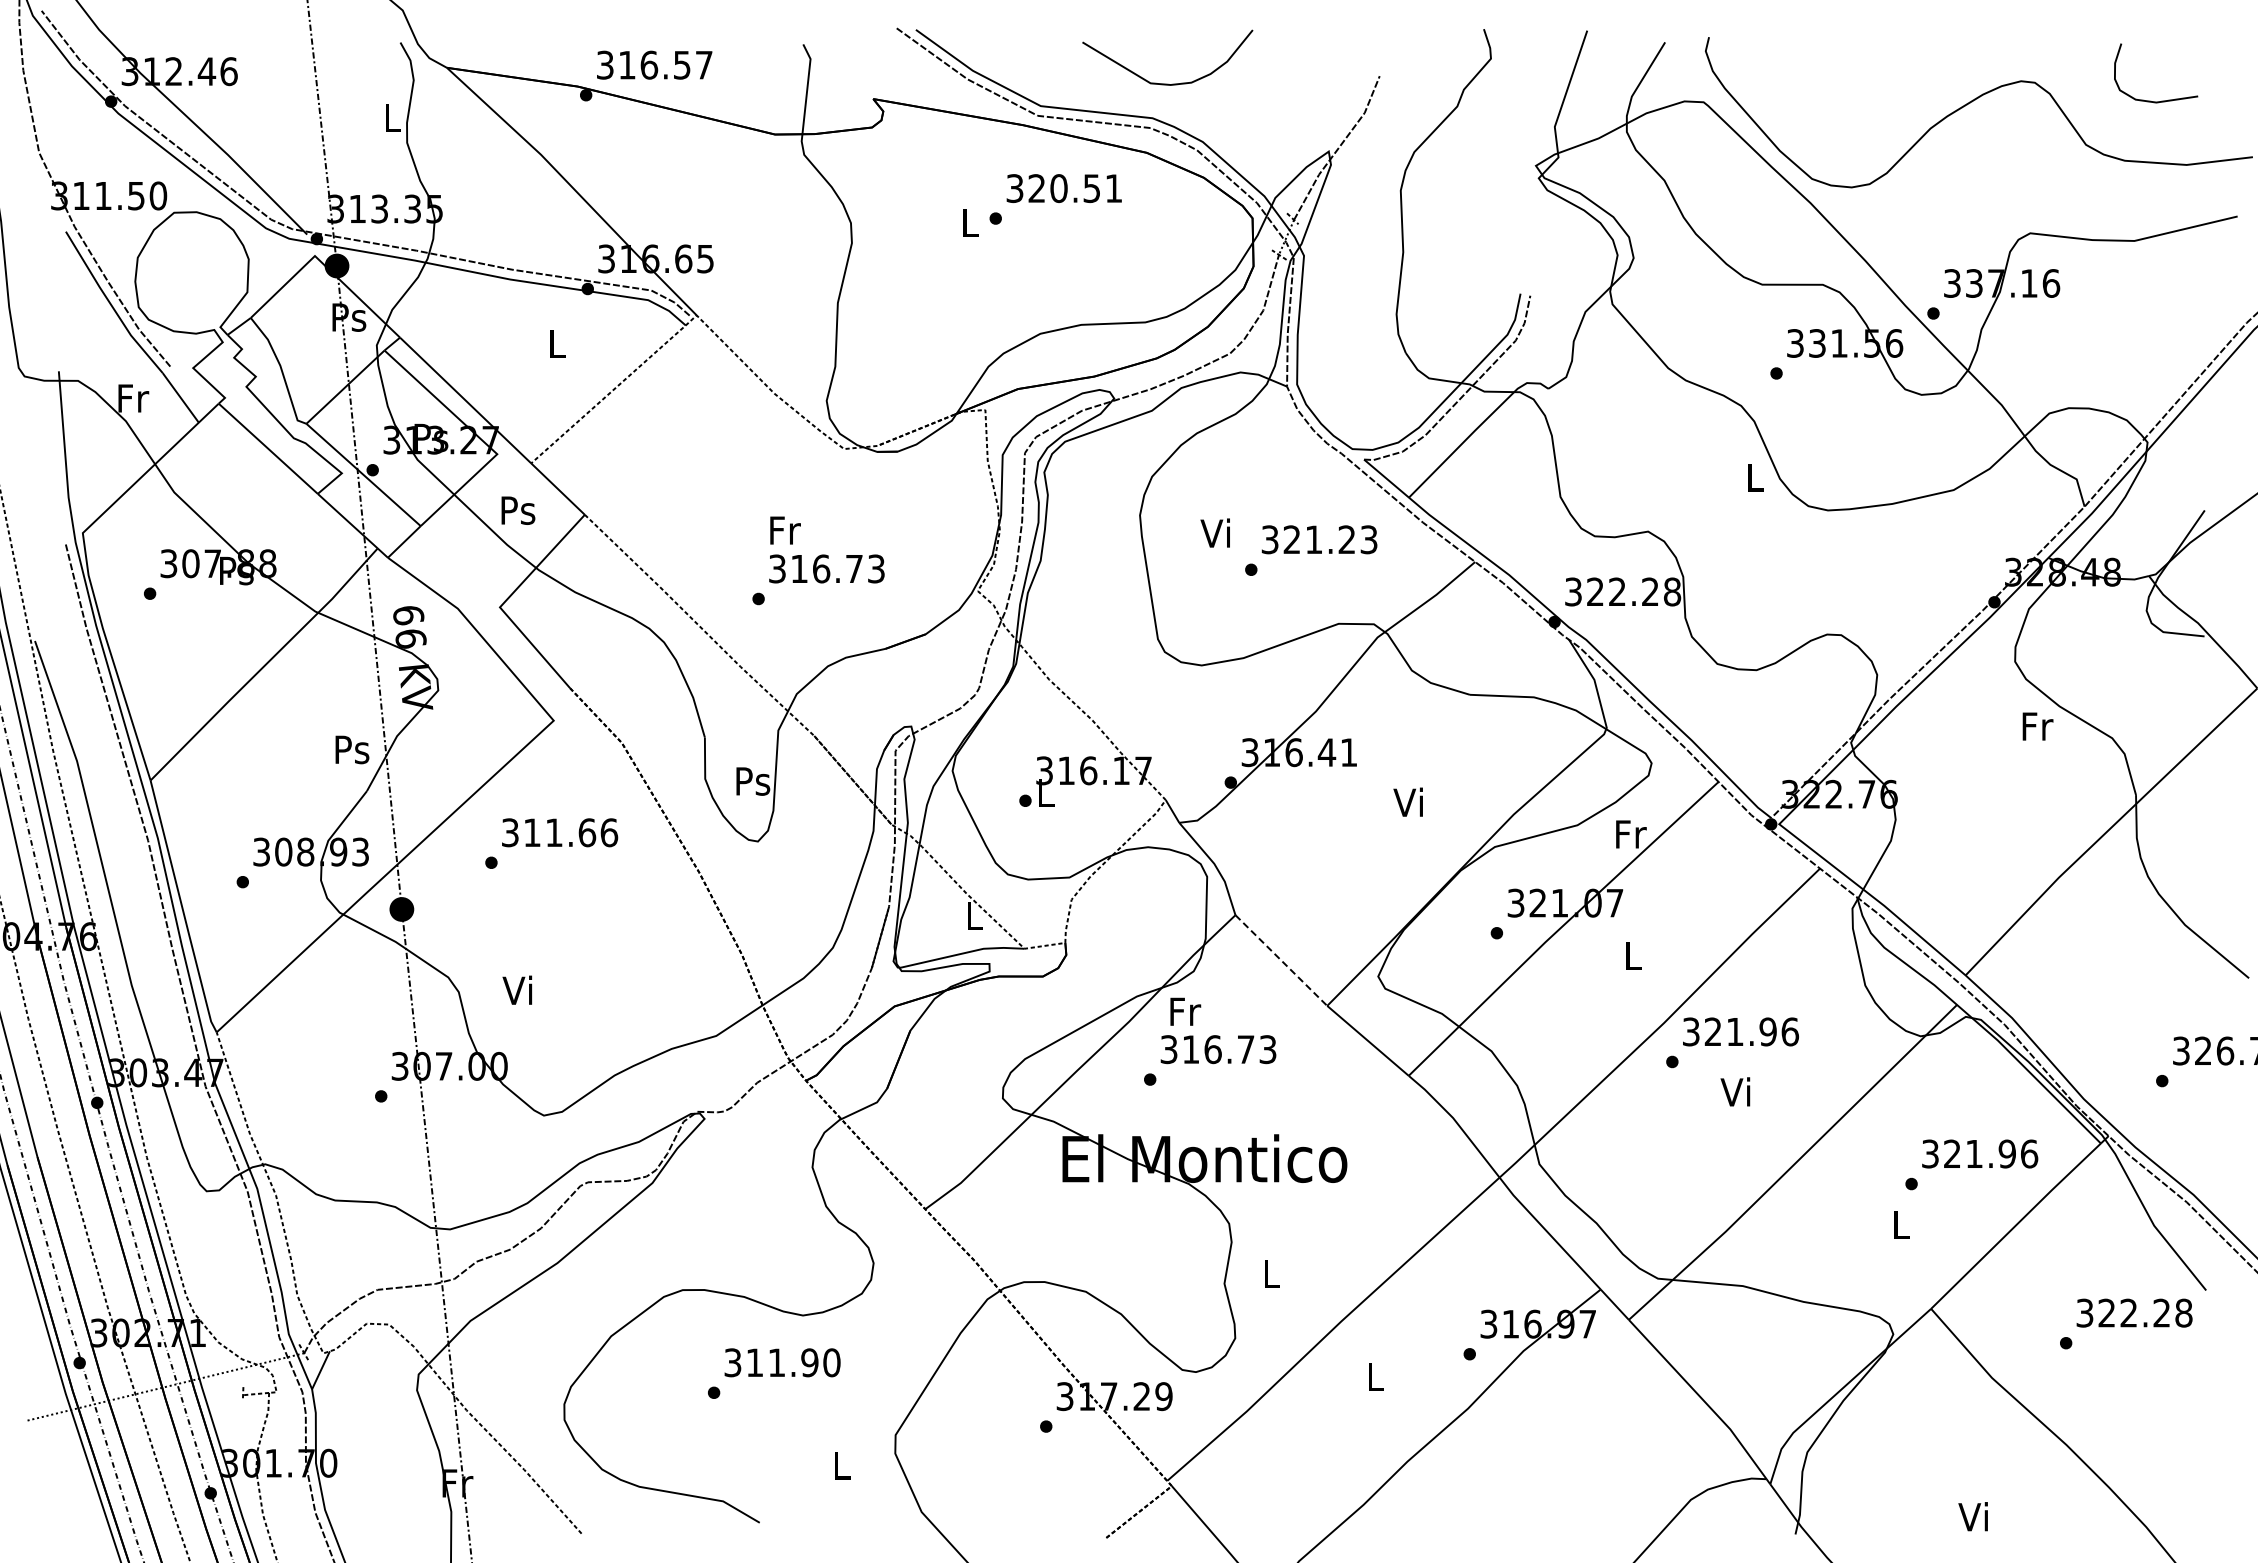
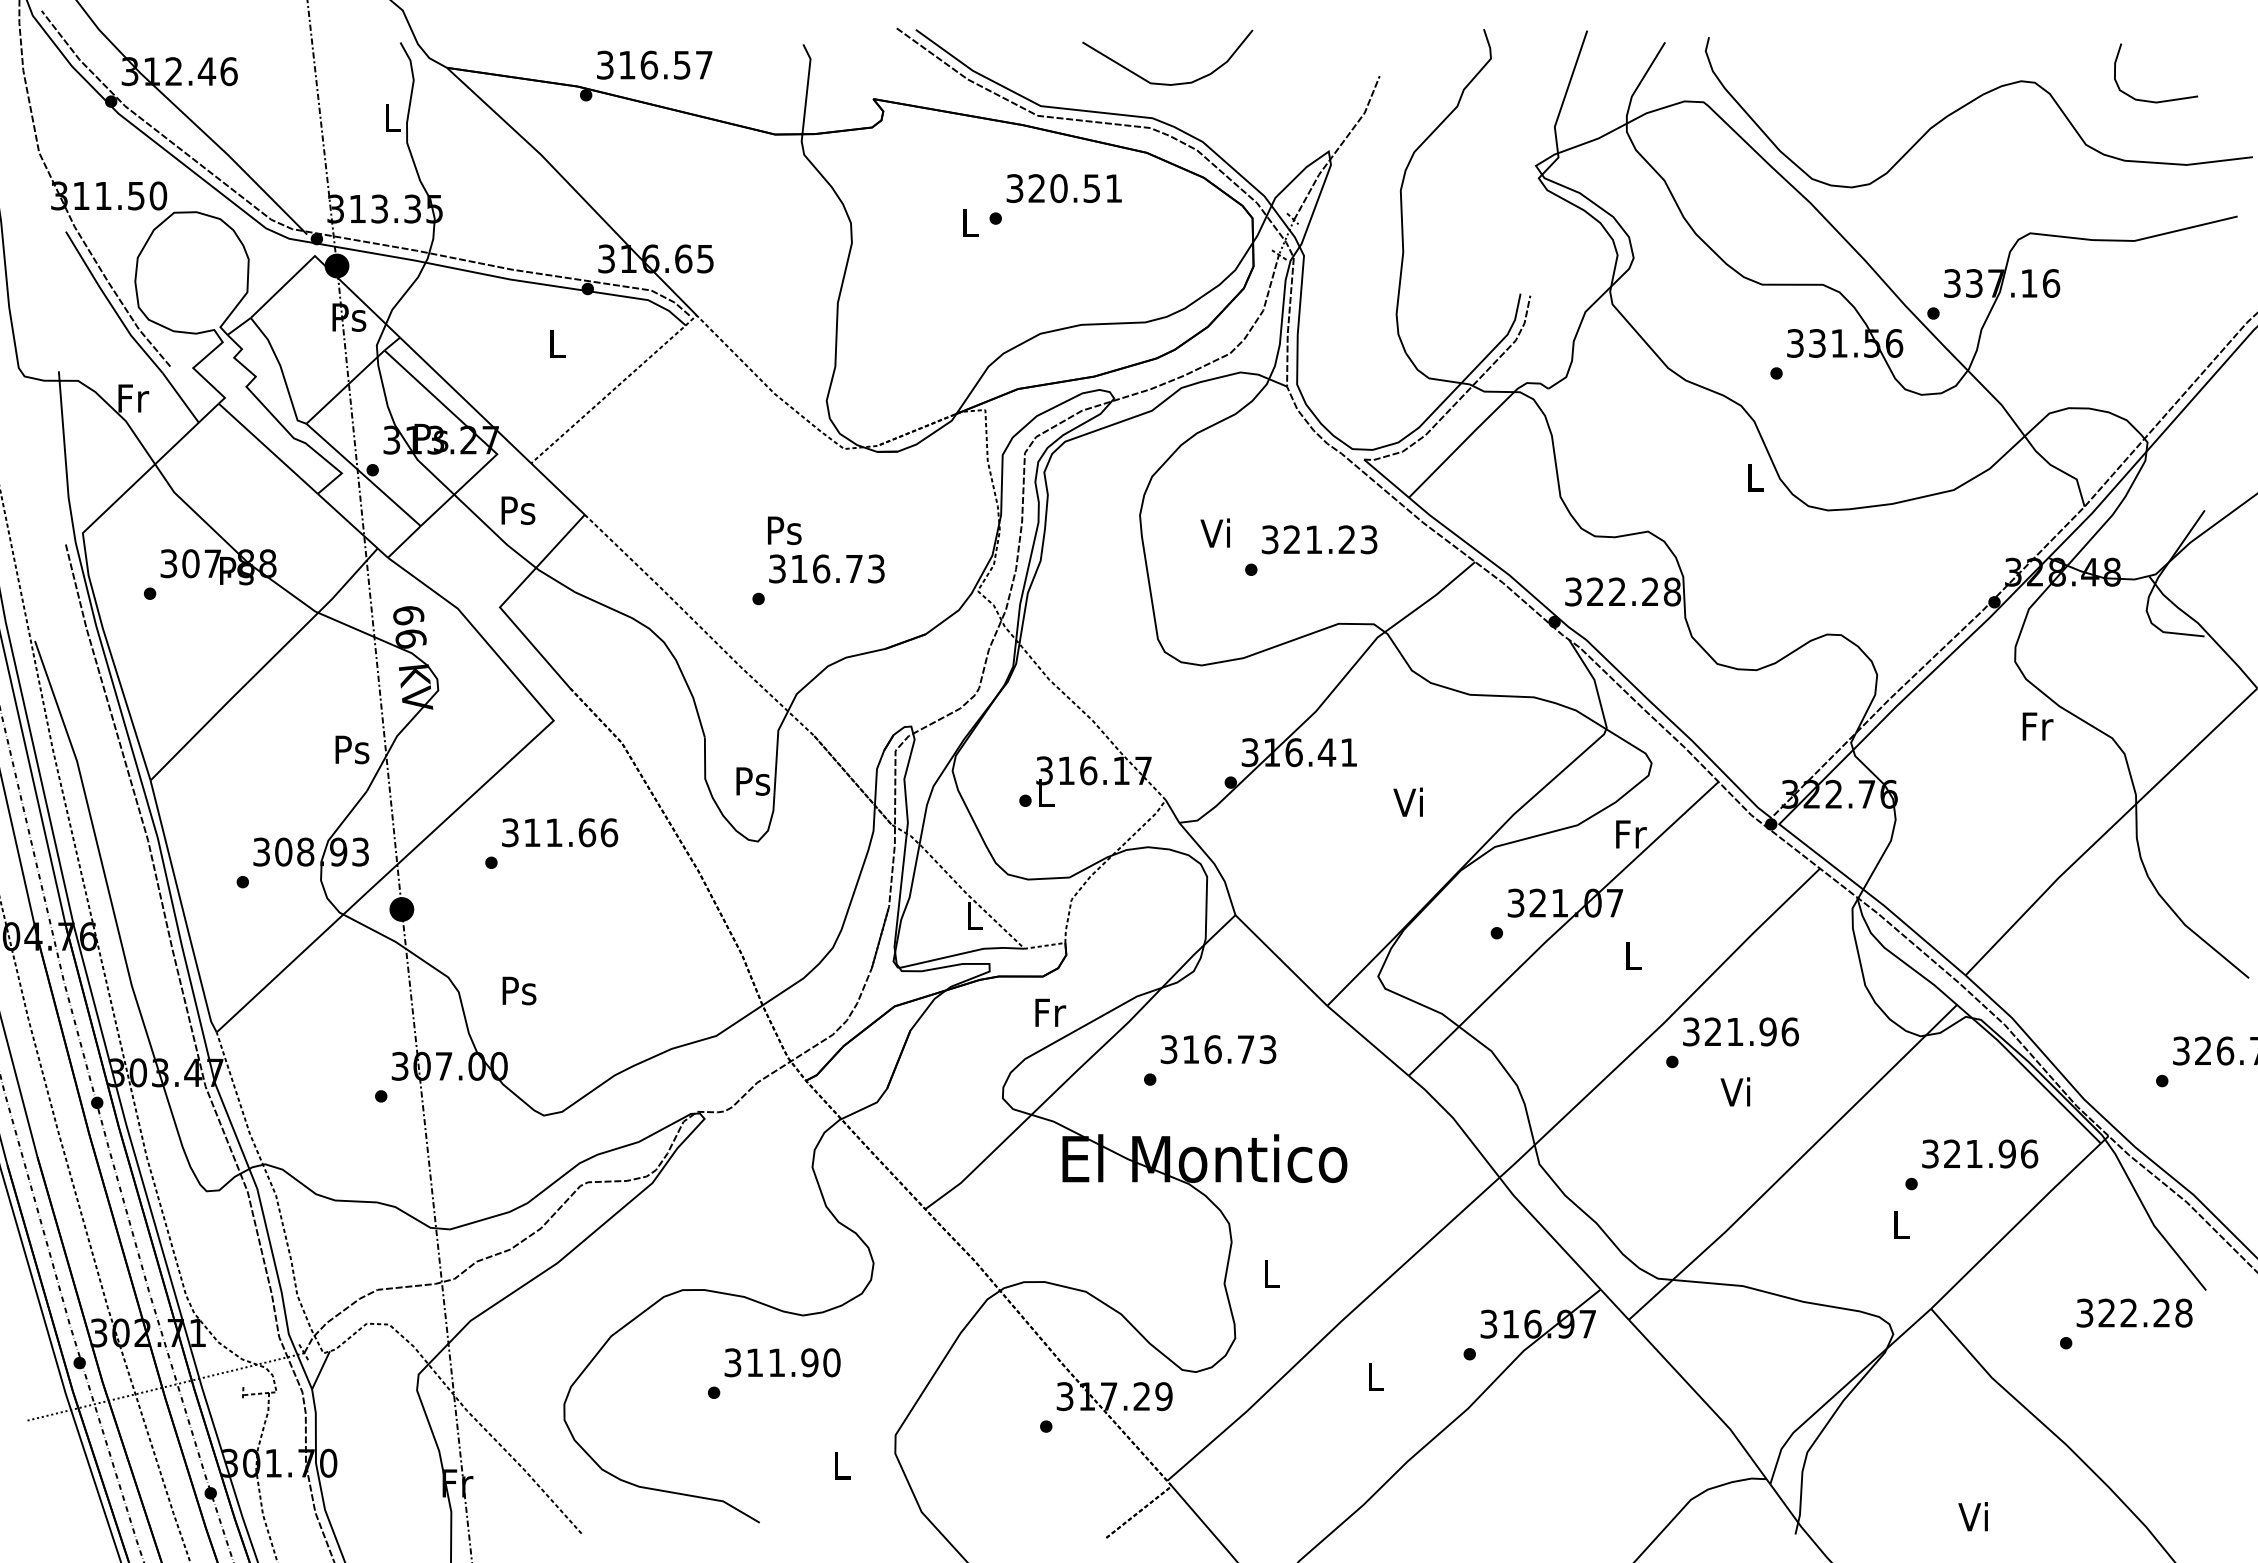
text at (784, 530): Fr -> Ps
line at (1281, 960): dashed -> solid
text at (519, 990): Vi -> Ps
text at (1185, 1011) position: (1185, 1011) -> (1050, 1012)
